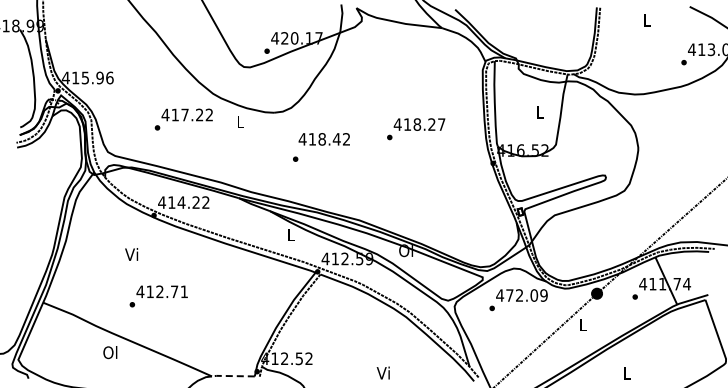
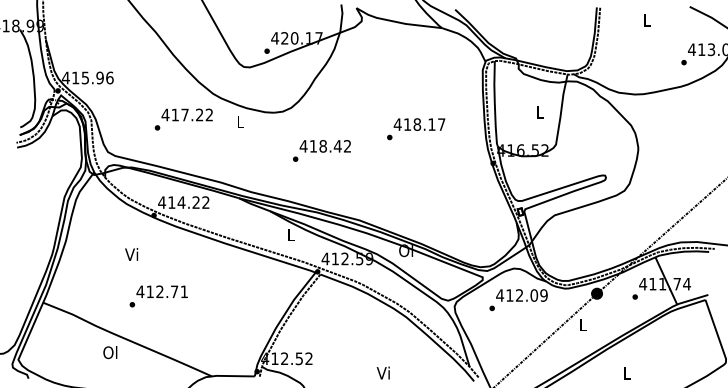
text at (431, 124): 418.27 -> 418.17
text at (323, 139) position: (323, 139) -> (324, 146)
text at (509, 295): 472.09 -> 412.09
line at (232, 376): dashed -> solid
